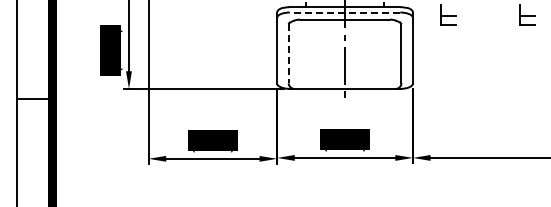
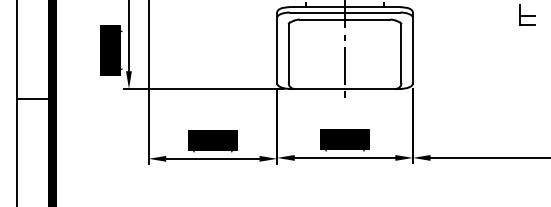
line at (344, 12): dashed -> solid
part at (448, 14): present -> none
line at (288, 53): dashed -> solid
